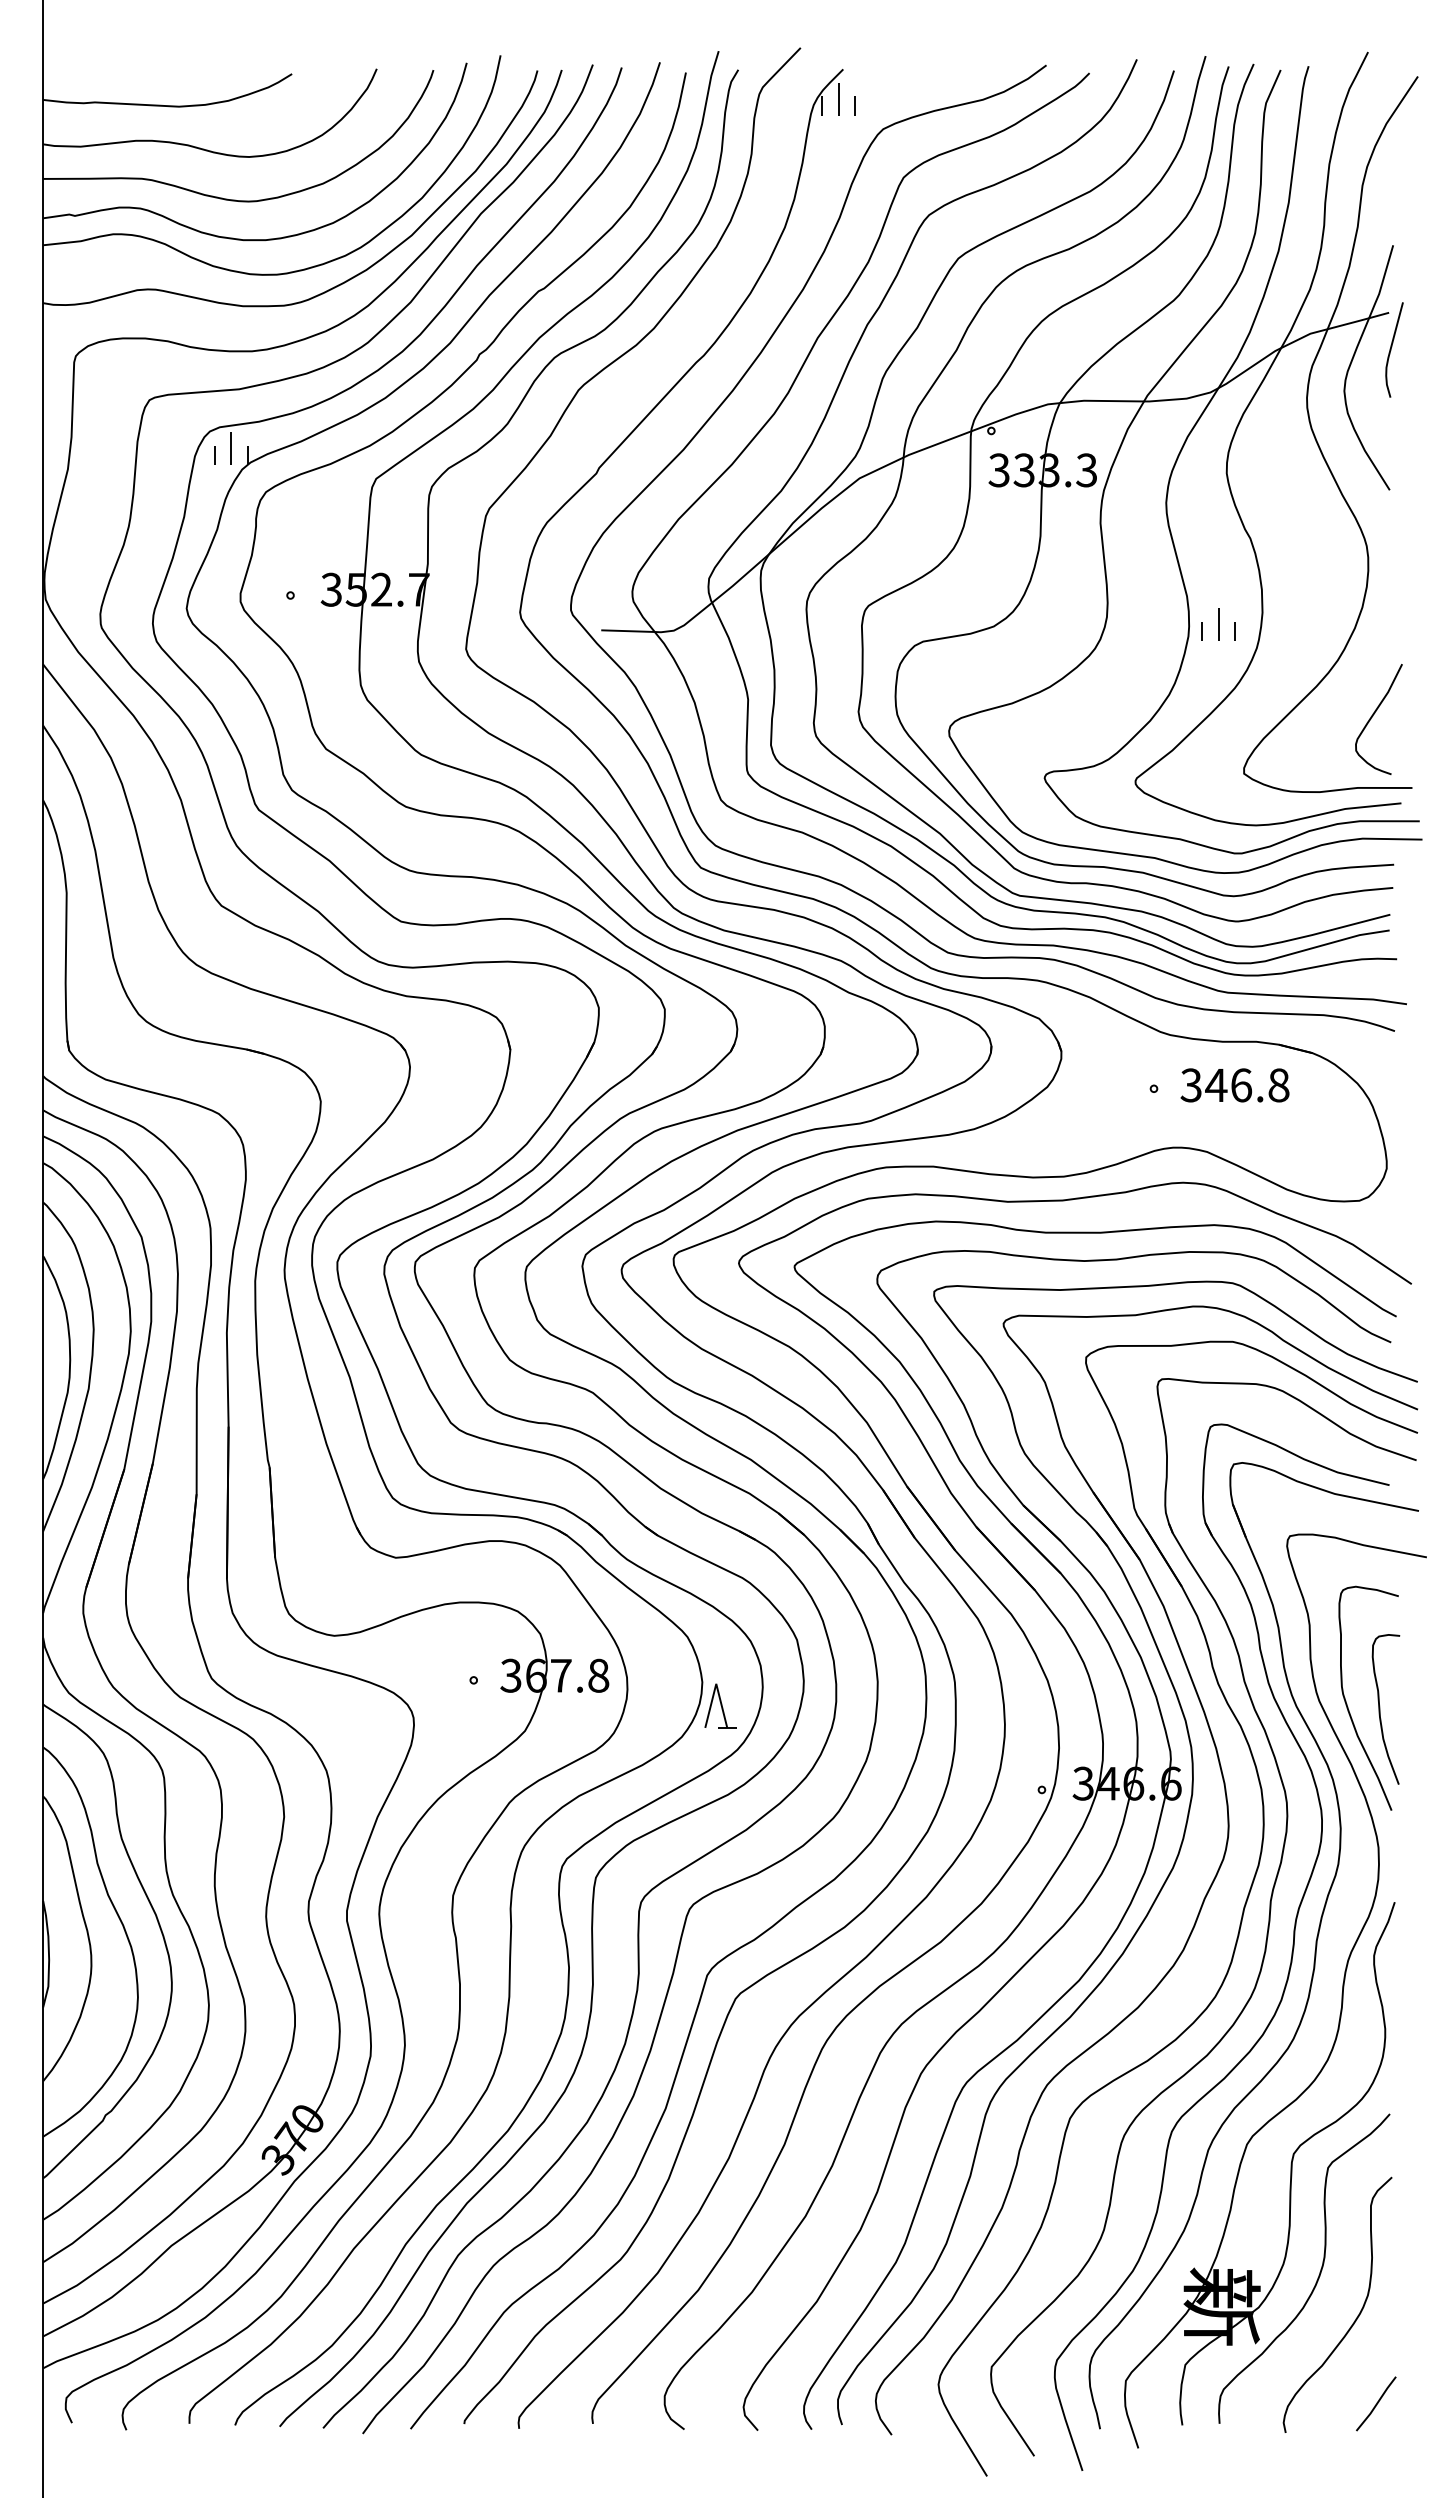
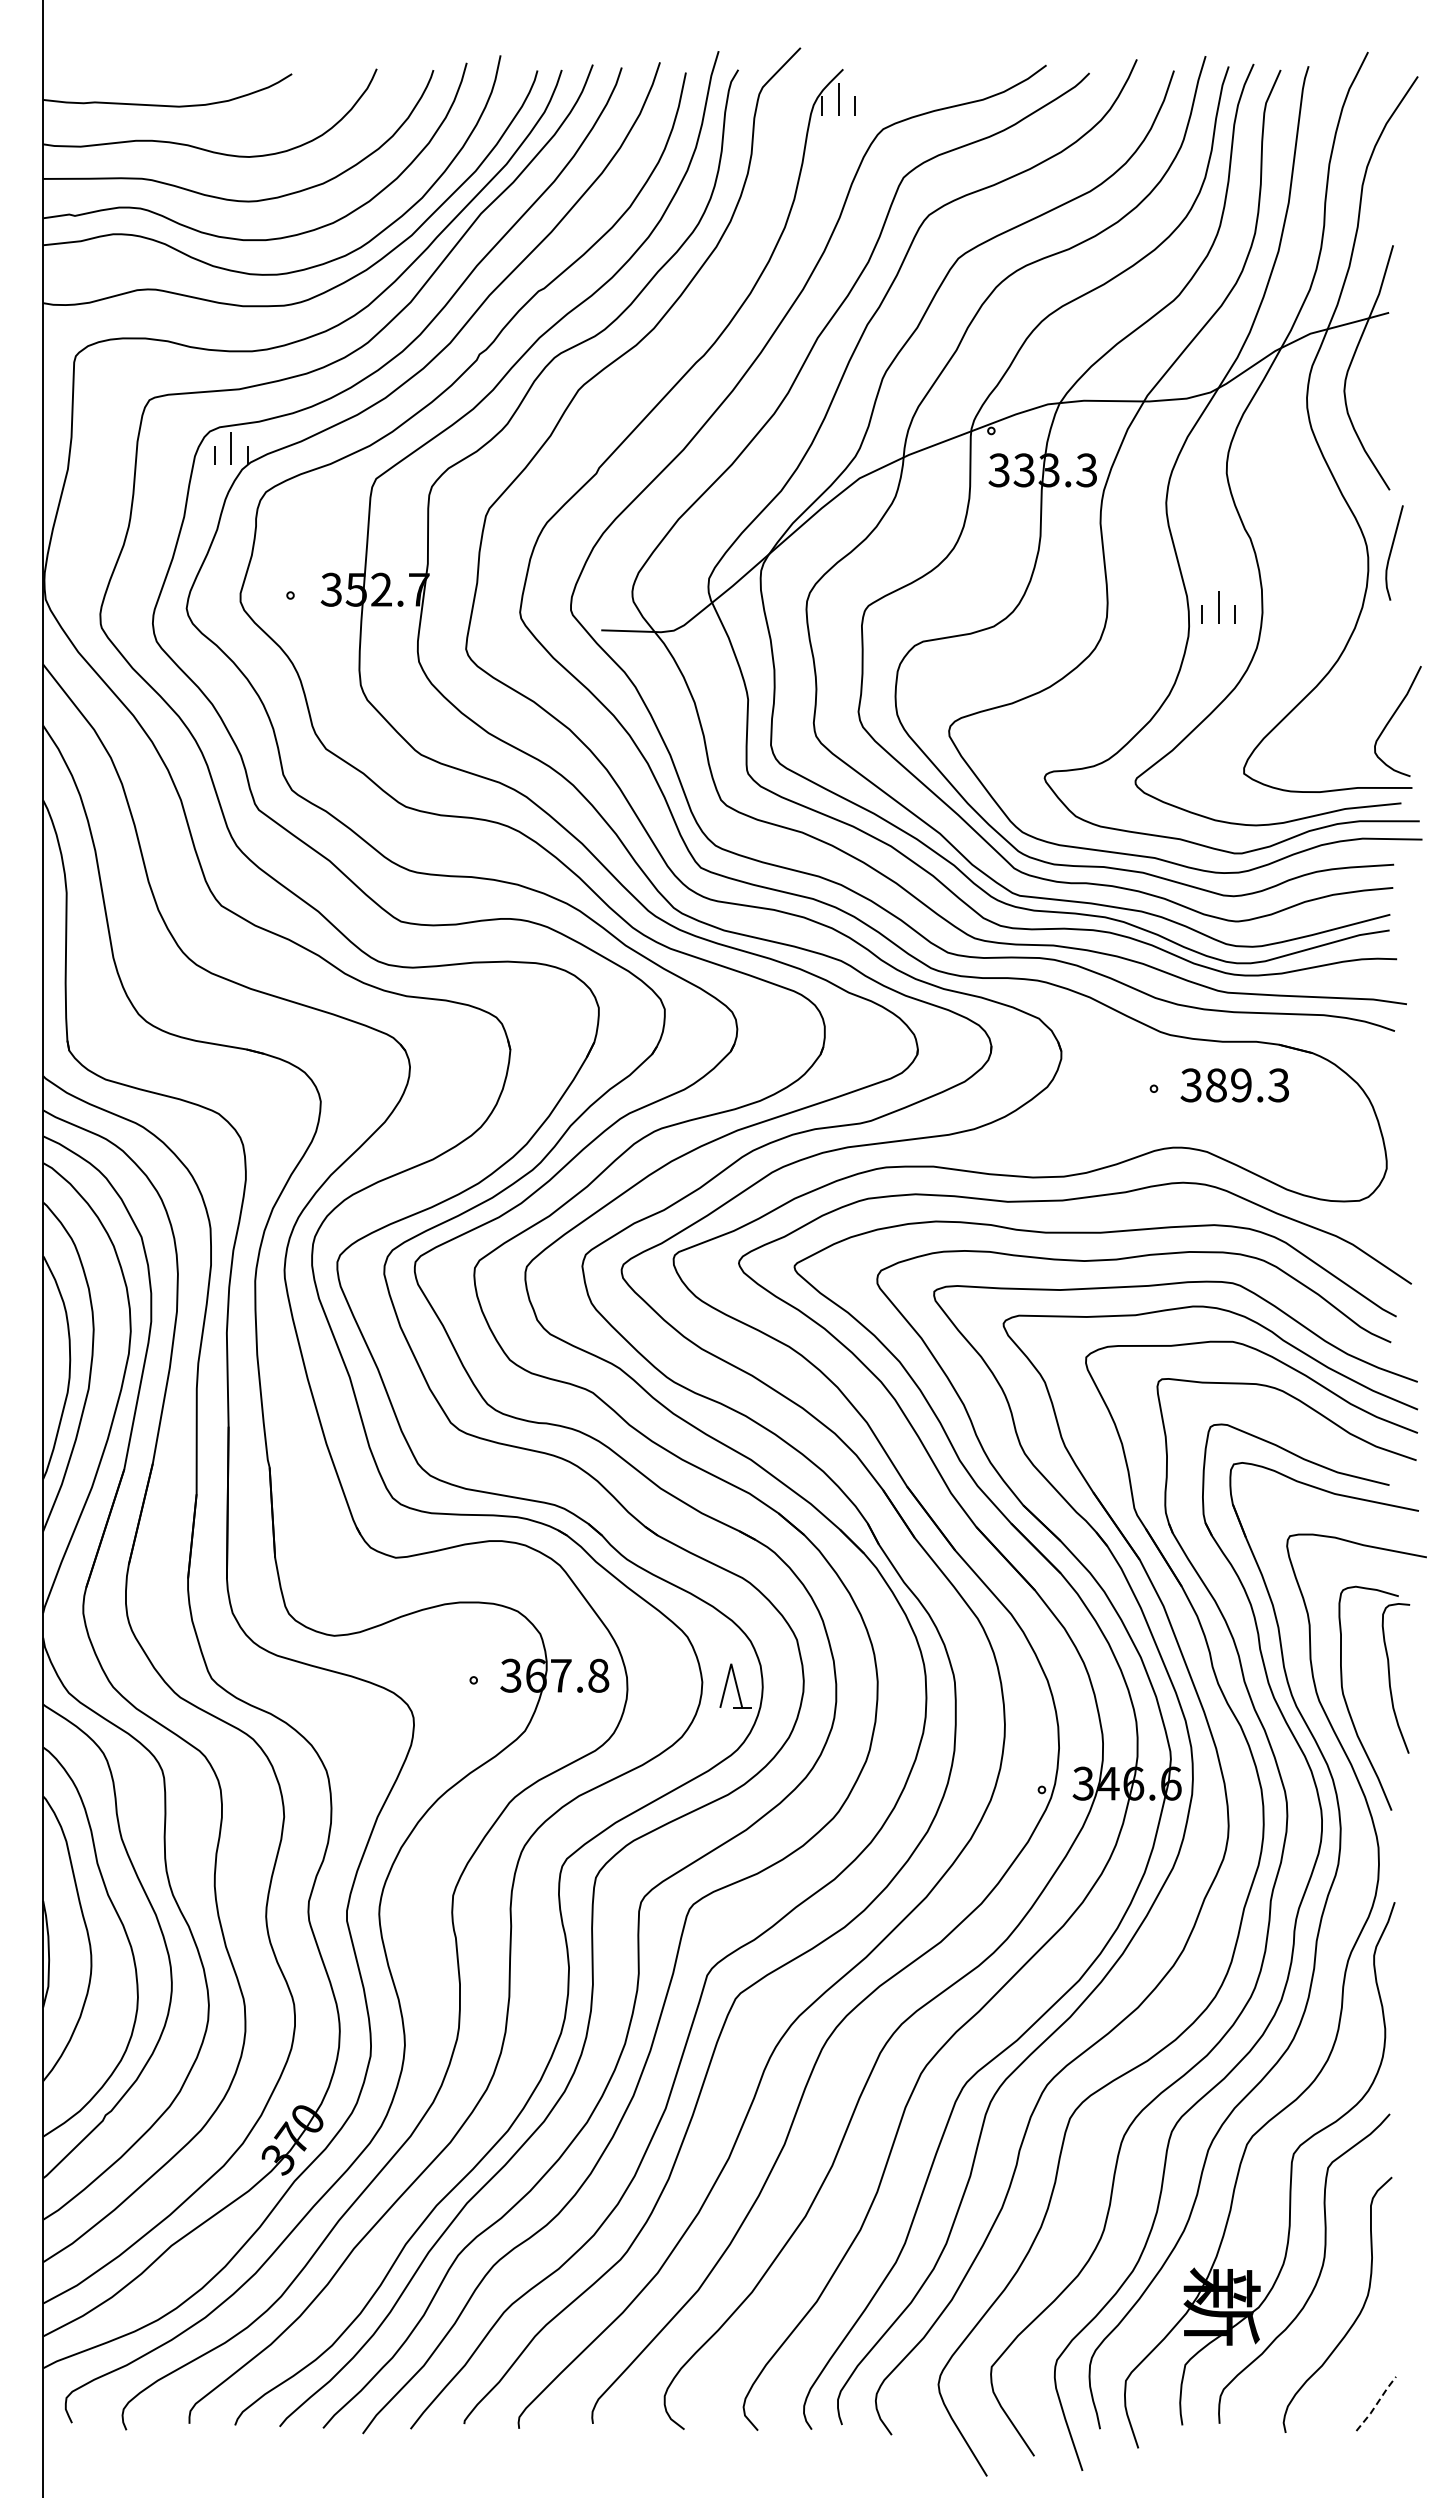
curve at (1391, 349) position: (1391, 349) -> (1391, 552)
part at (1218, 624) position: (1218, 624) -> (1218, 607)
curve at (1373, 716) position: (1373, 716) -> (1392, 718)
text at (1247, 1085): 346.8 -> 389.3
part at (720, 1705) position: (720, 1705) -> (735, 1685)
curve at (1380, 1709) position: (1380, 1709) -> (1390, 1678)
line at (1377, 2403): solid -> dashed
